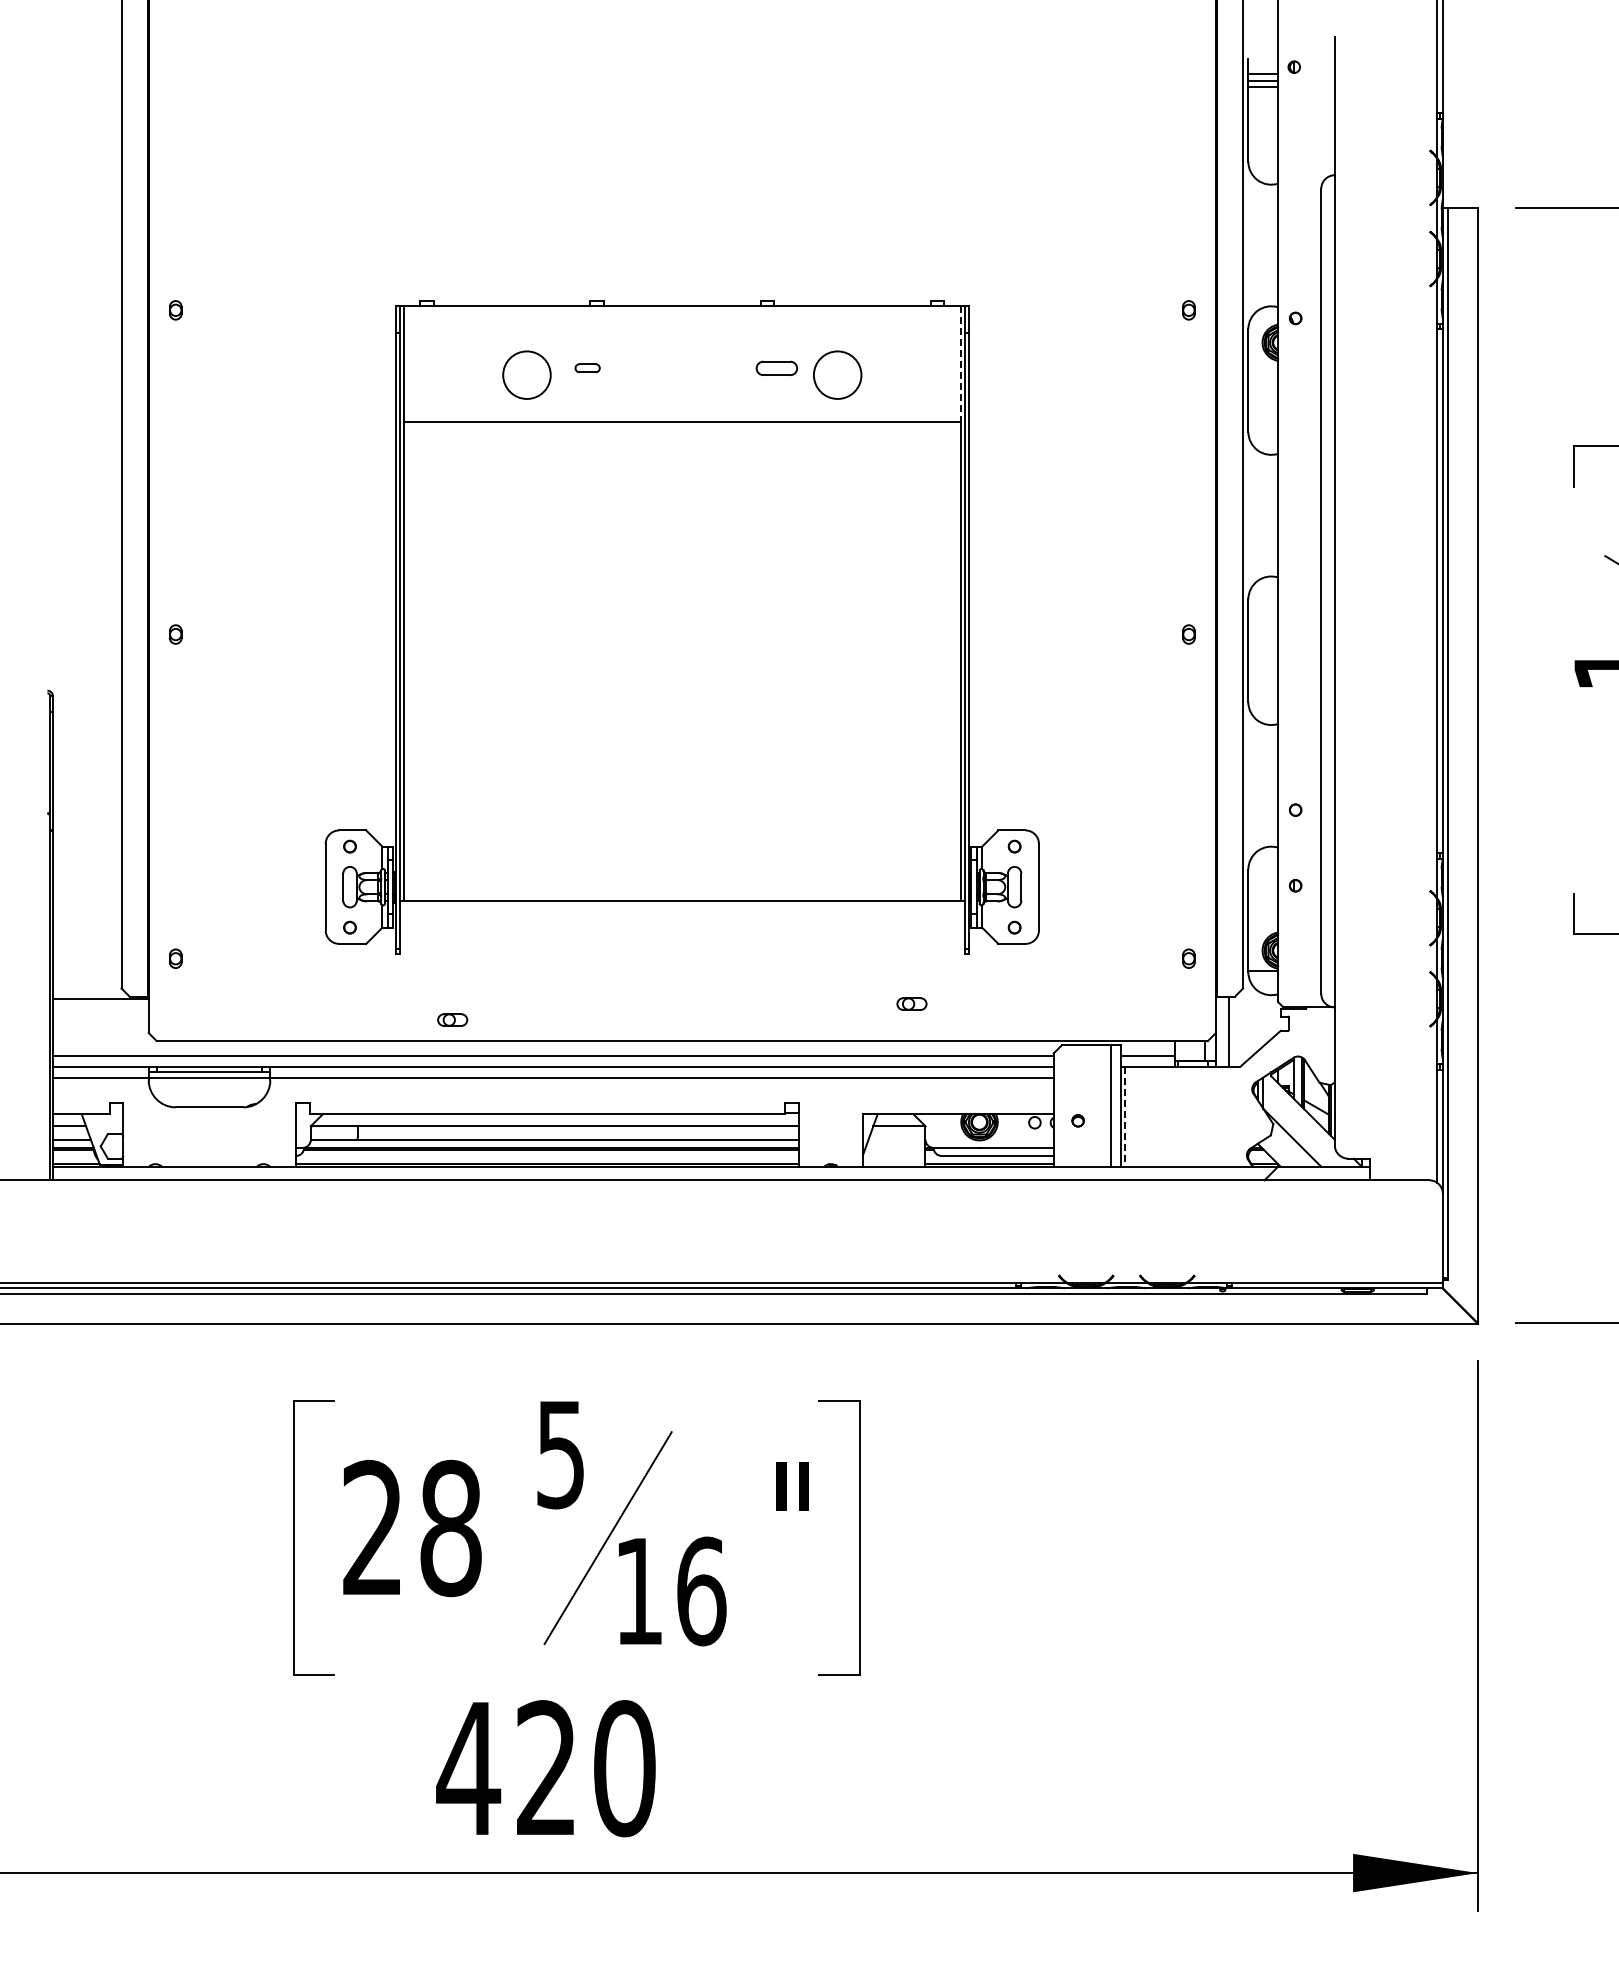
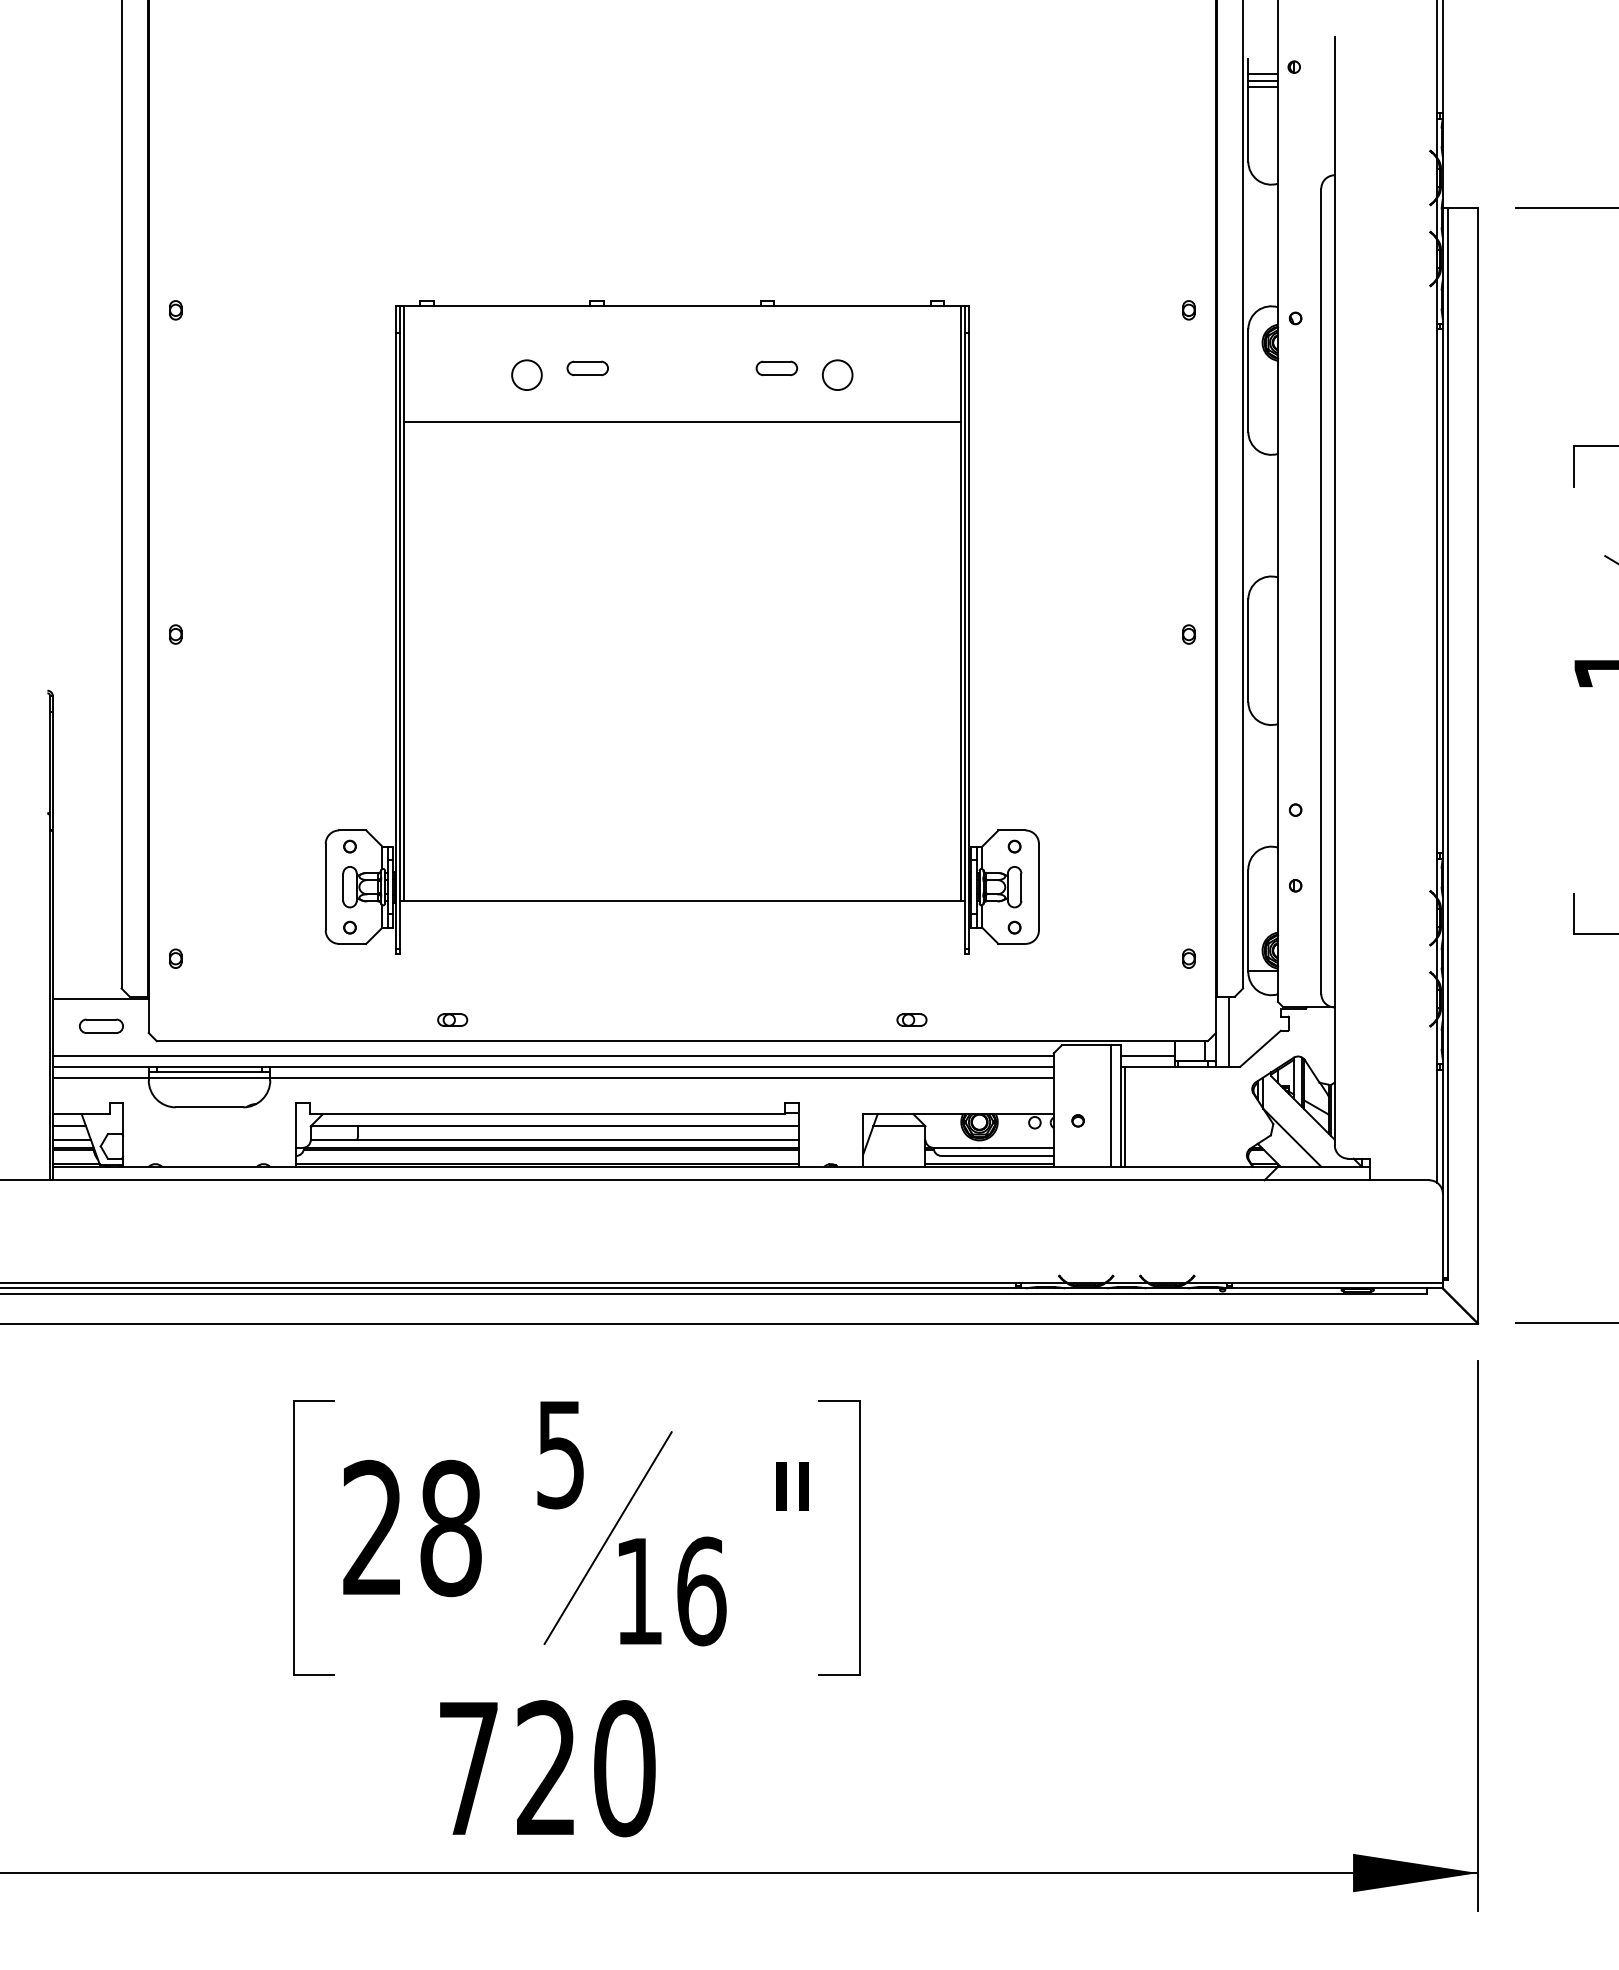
line at (960, 364): dashed -> solid
part at (587, 368) size: 27x11 px -> 43x16 px
circle at (526, 374) diameter: 48 px -> 30 px
circle at (837, 374) diameter: 48 px -> 30 px
part at (911, 1003) position: (911, 1003) -> (911, 1019)
part at (101, 1025): none -> present
line at (1125, 1116): dashed -> solid
text at (468, 1768): 420 -> 720
